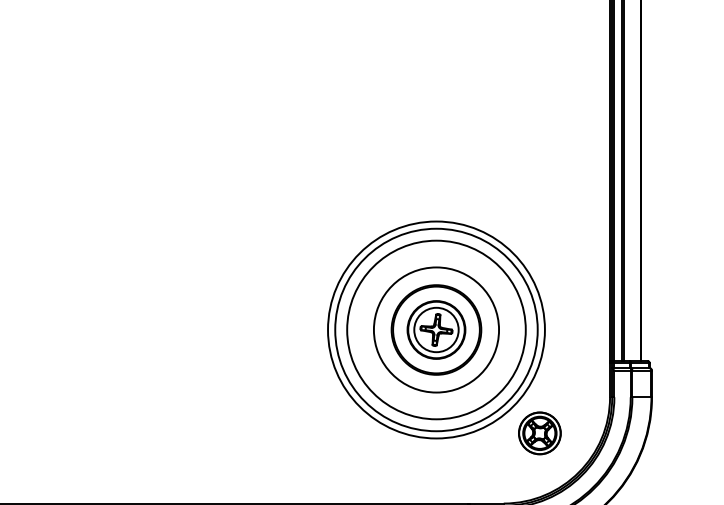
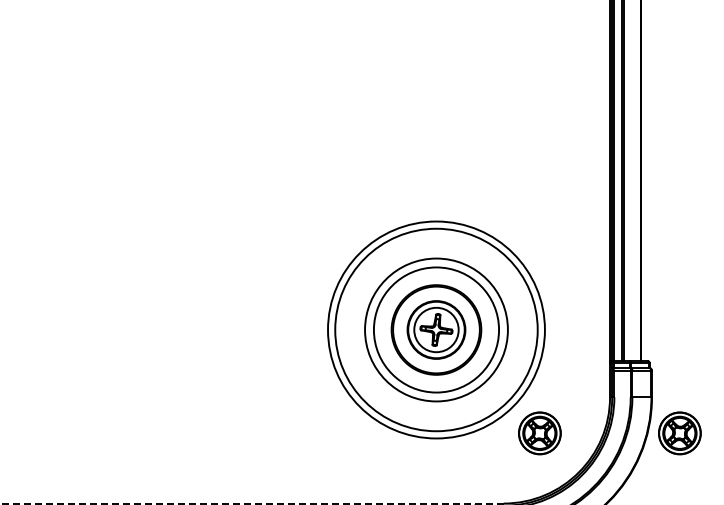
circle at (436, 329) diameter: 179 px -> 143 px
part at (679, 433): none -> present
line at (251, 503): solid -> dashed
